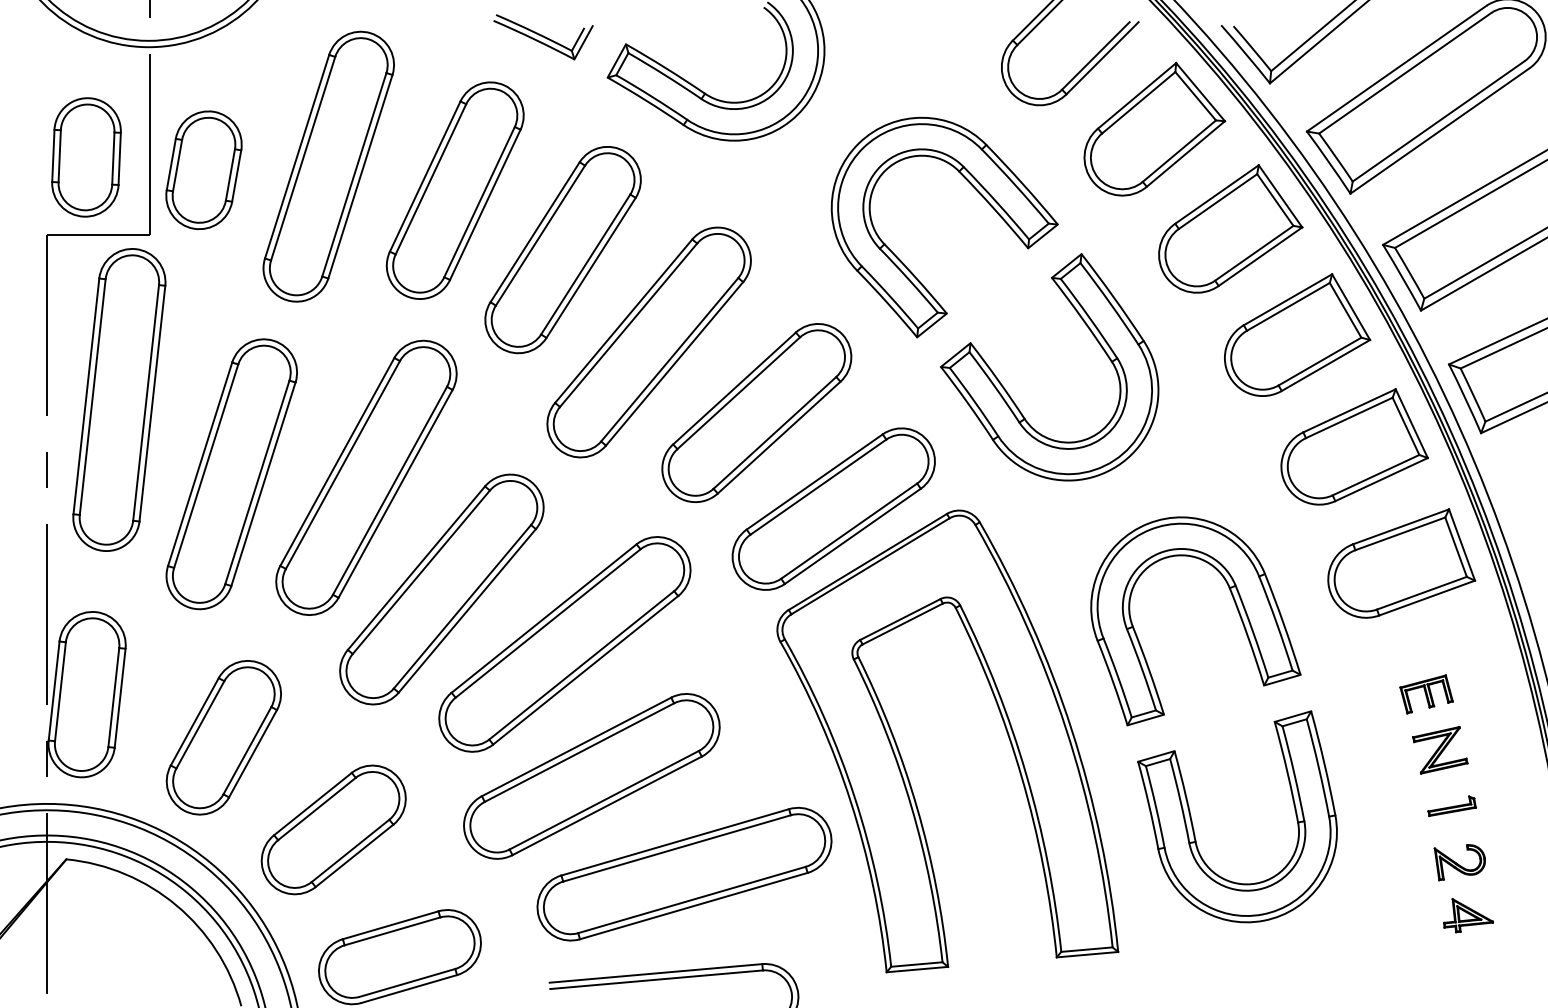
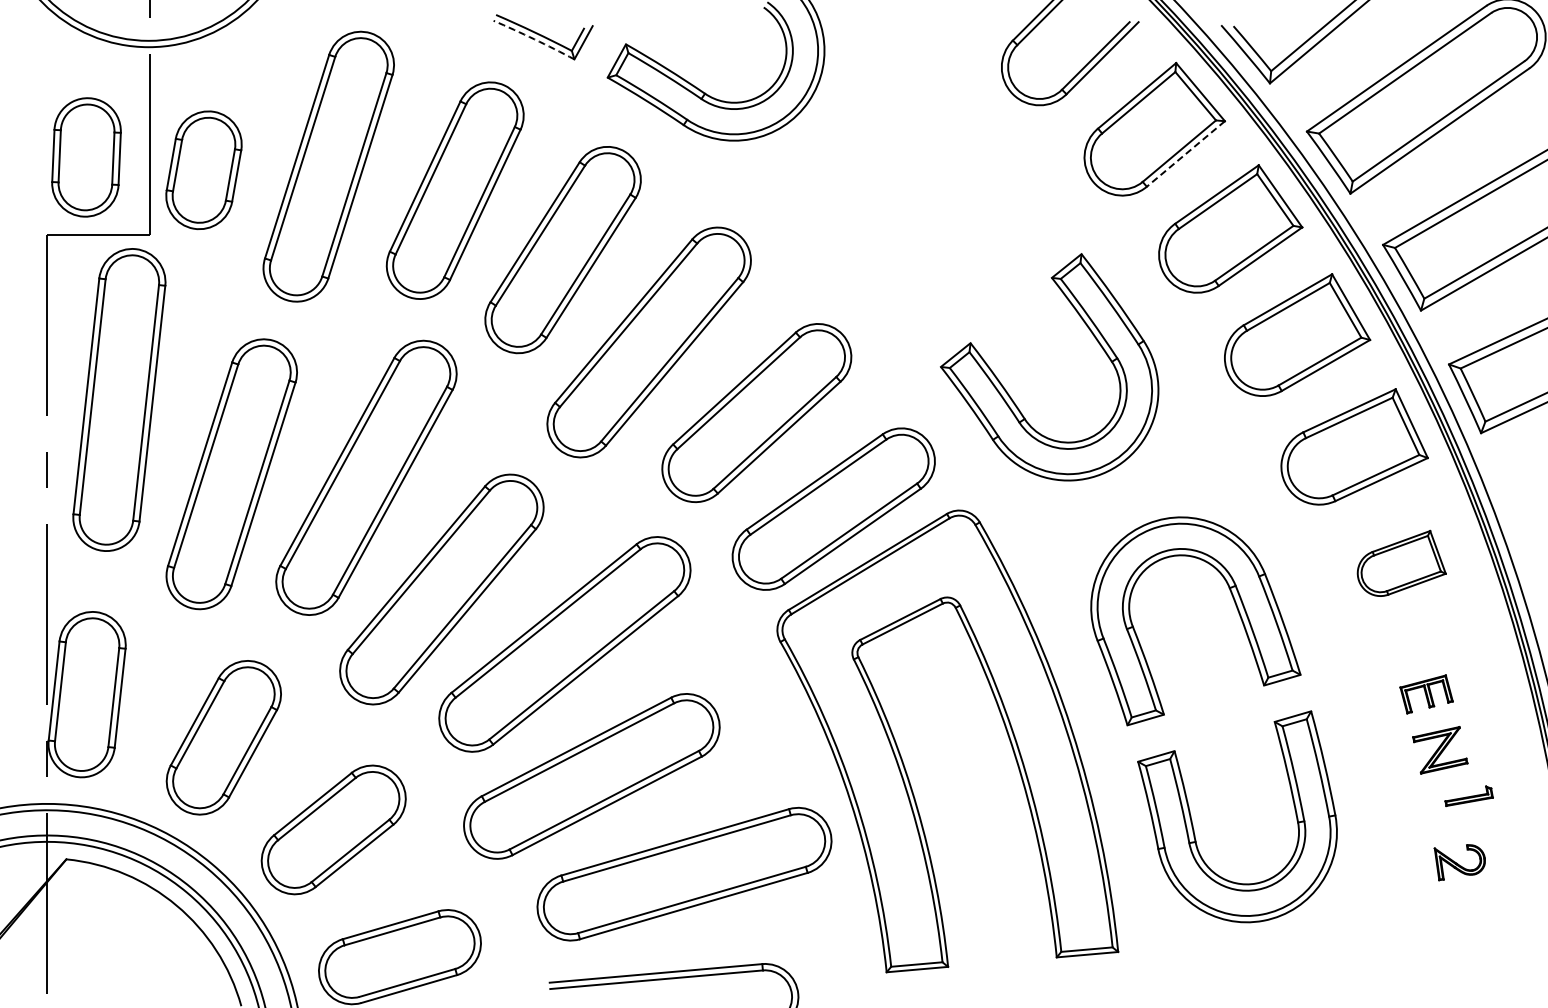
arc at (534, 39): solid -> dashed
line at (1185, 153): solid -> dashed
part at (978, 193): present -> none
part at (1401, 563) size: 150x111 px -> 91x68 px
part at (1451, 806) position: (1451, 806) -> (1468, 796)
part at (1468, 915): present -> none
